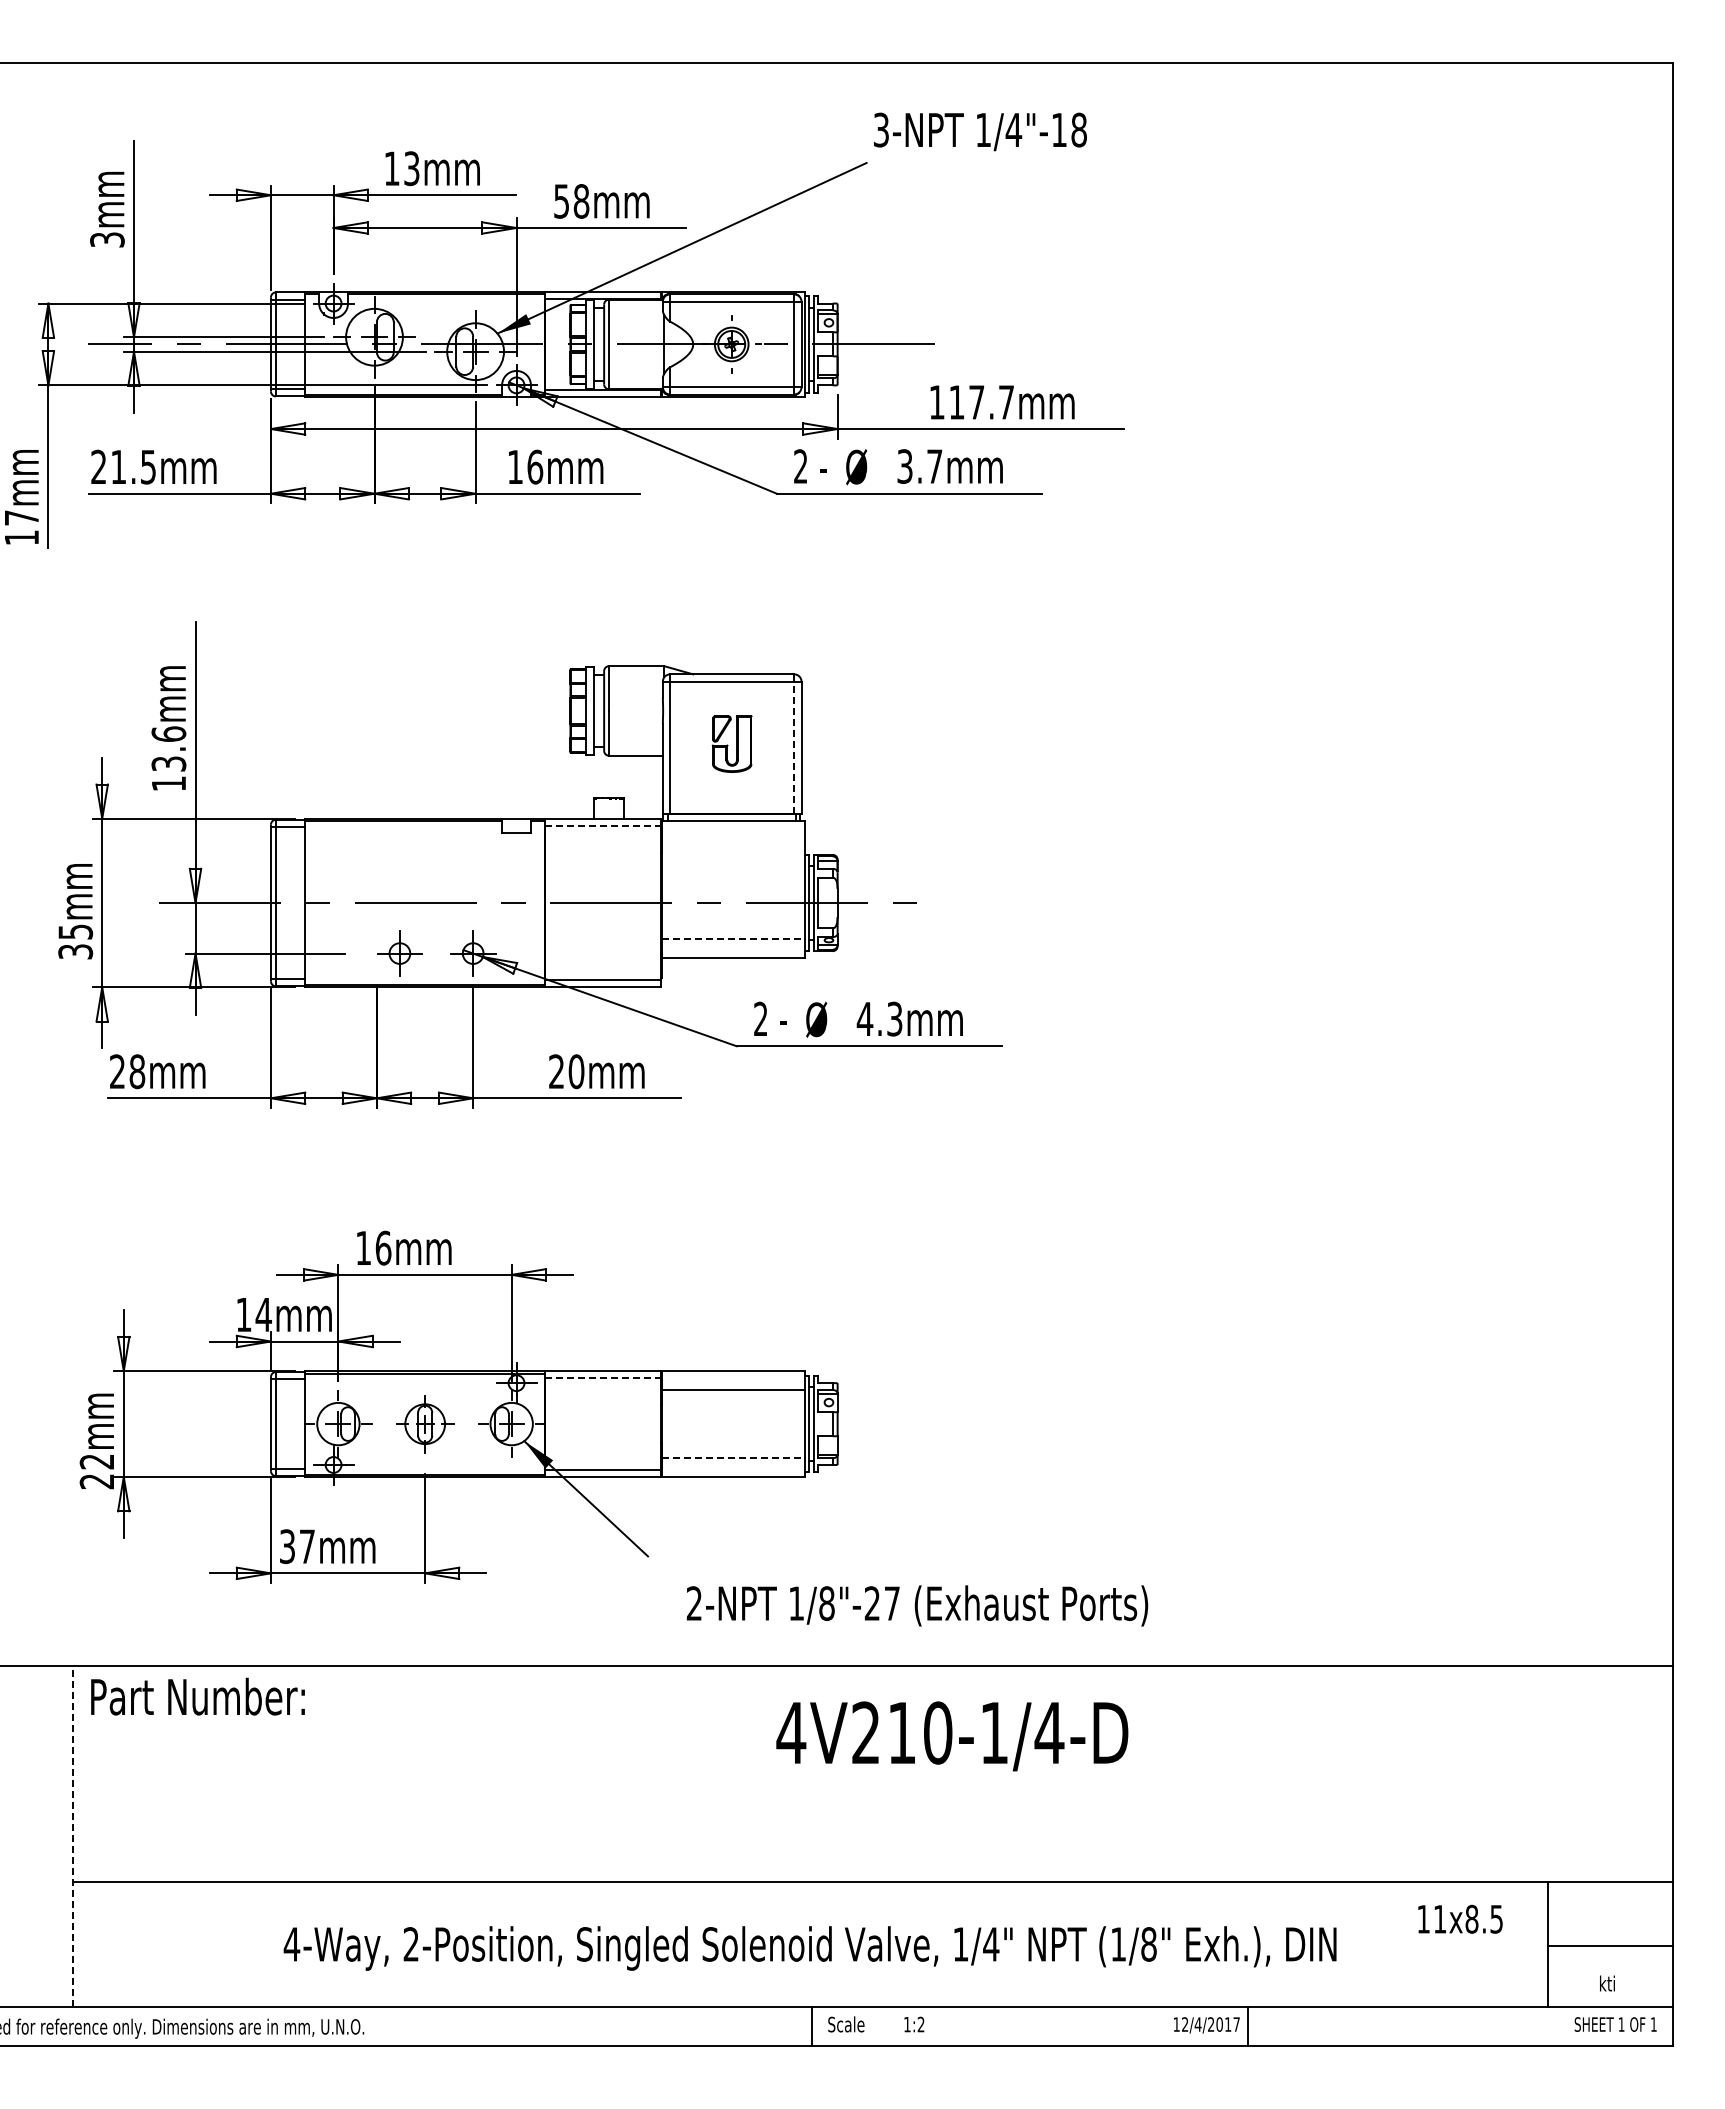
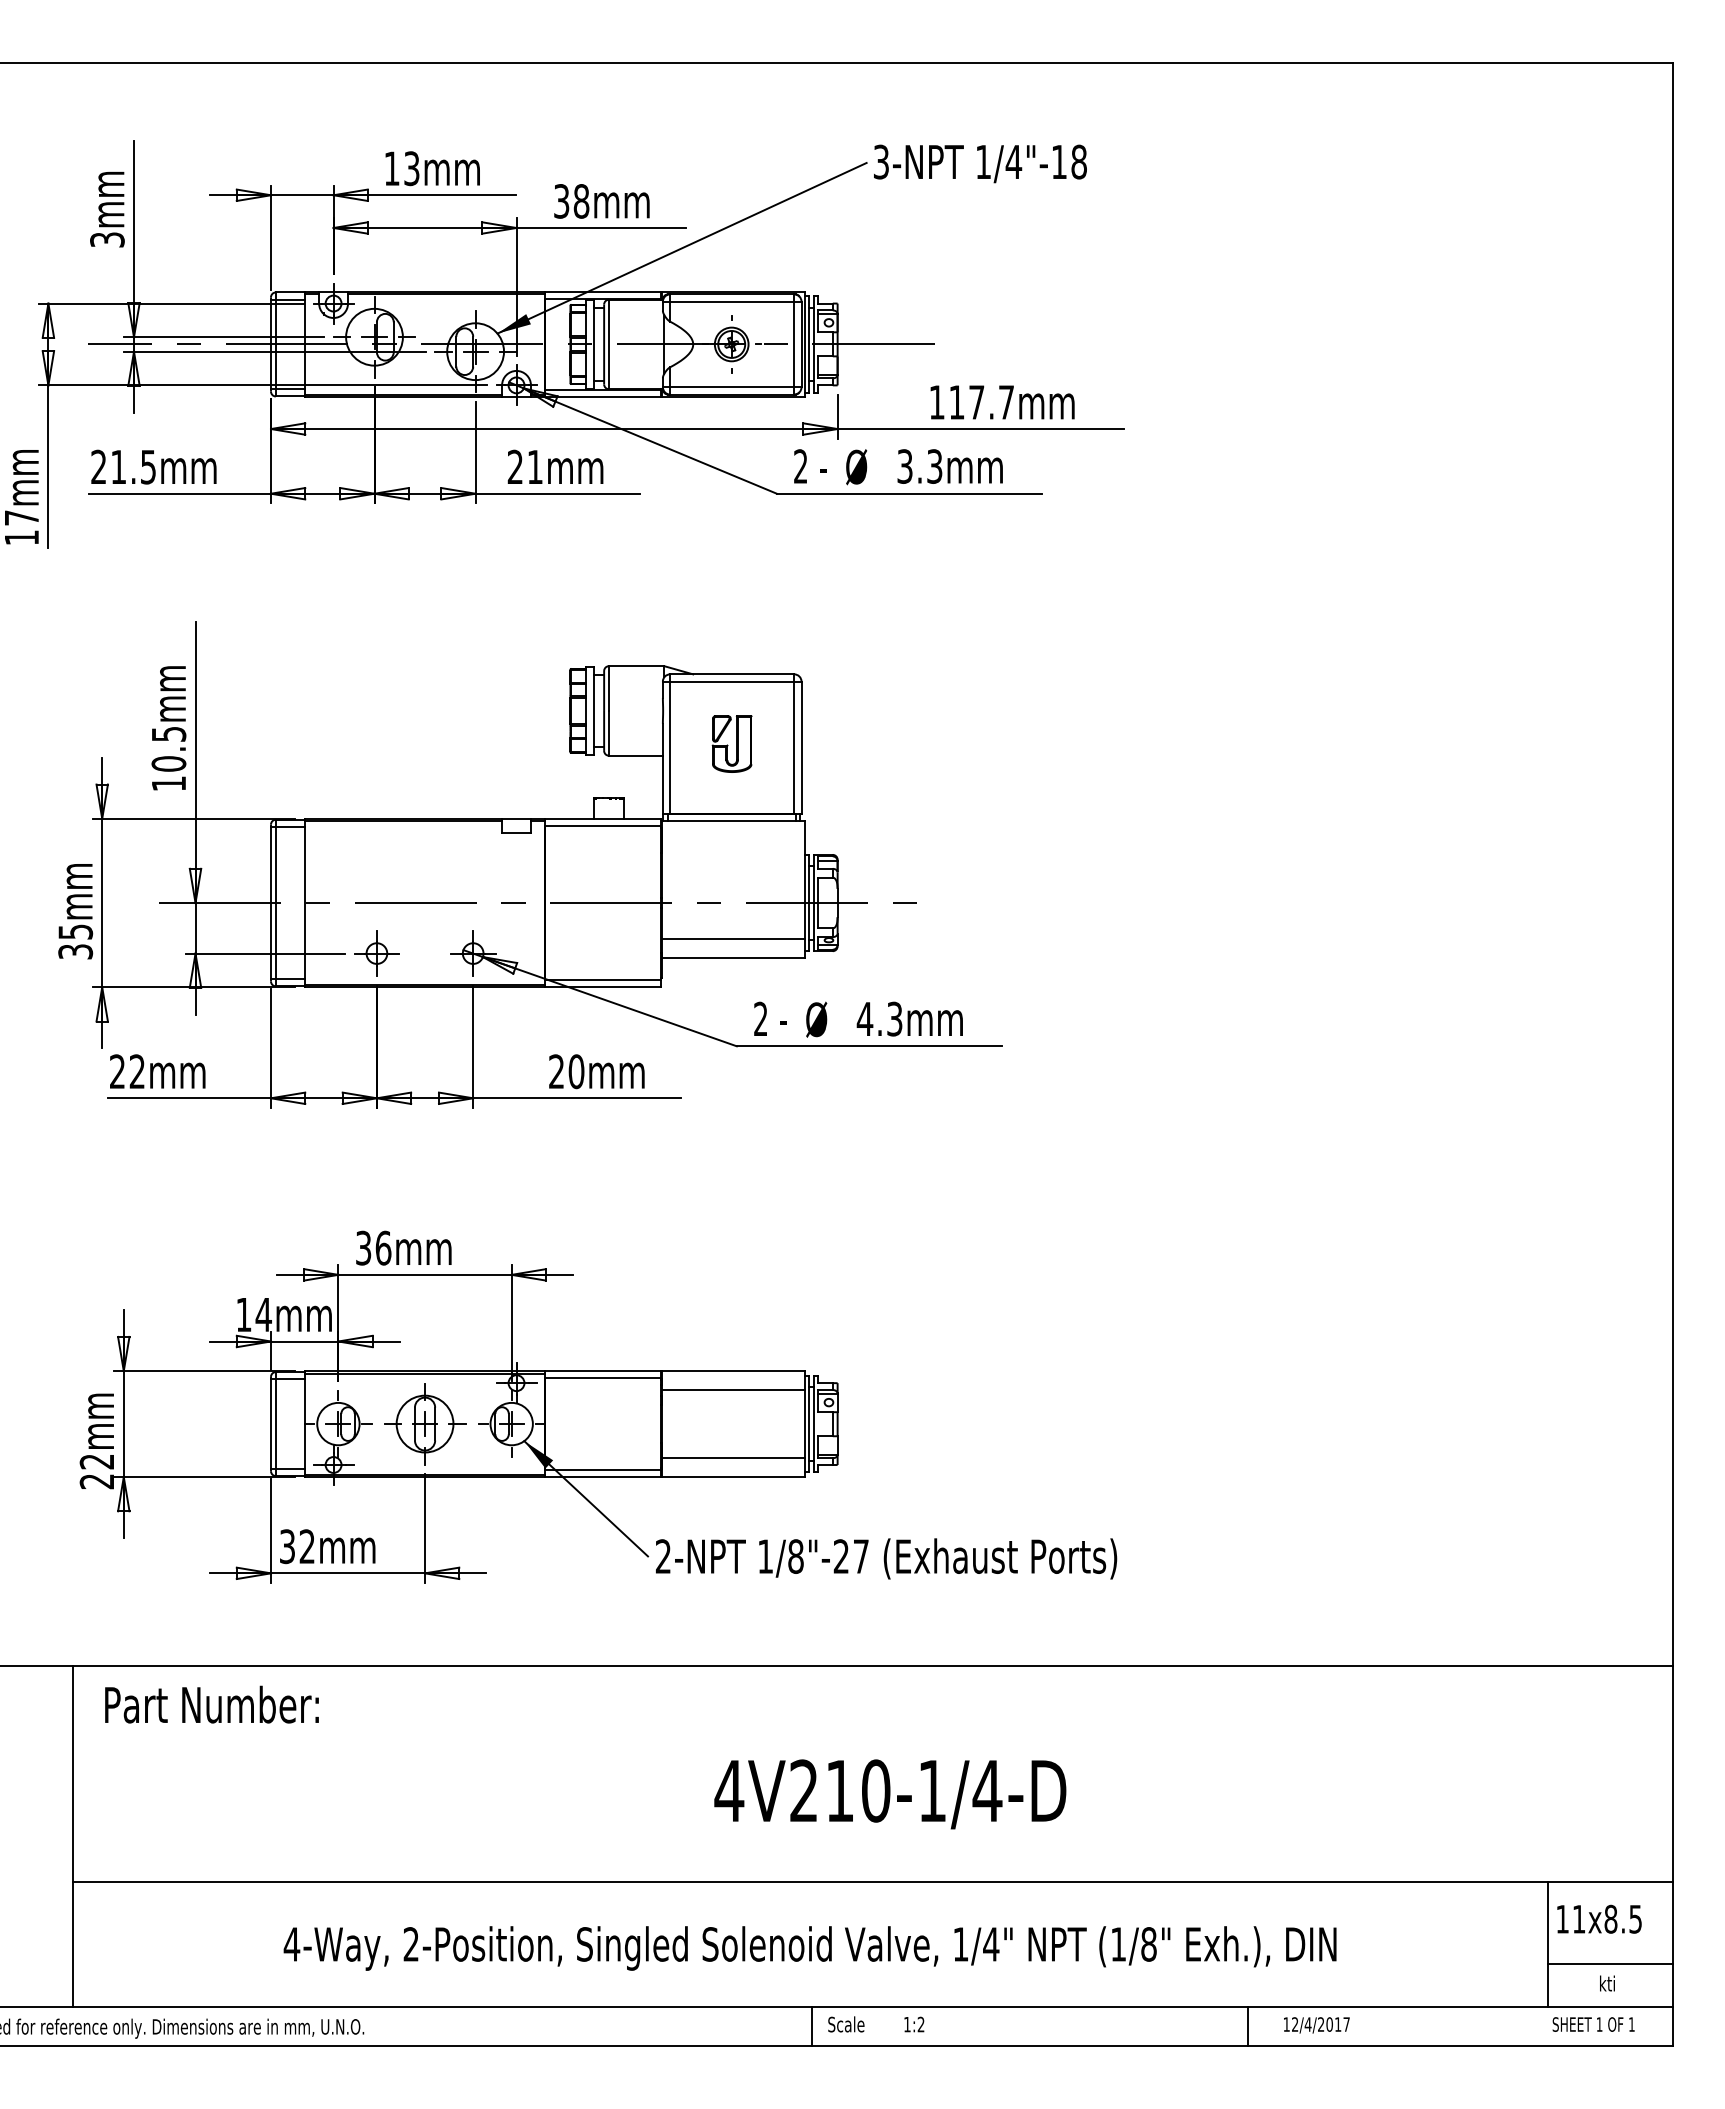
text at (980, 131) position: (980, 131) -> (980, 163)
text at (561, 201): 58mm -> 38mm
text at (525, 466): 16mm -> 21mm
text at (934, 466): 3.7mm -> 3.3mm
line at (794, 747): dashed -> solid
text at (168, 748): 13.6mm -> 10.5mm
line at (603, 826): dashed -> solid
line at (733, 939): dashed -> solid
part at (399, 953) position: (399, 953) -> (376, 953)
text at (137, 1071): 28mm -> 22mm
text at (363, 1247): 16mm -> 36mm
line at (603, 1378): dashed -> solid
part at (425, 1424) size: 59x59 px -> 83x83 px
line at (733, 1457): dashed -> solid
text at (306, 1546): 37mm -> 32mm
text at (917, 1605) position: (917, 1605) -> (886, 1558)
text at (197, 1696) position: (197, 1696) -> (211, 1704)
text at (952, 1736) position: (952, 1736) -> (890, 1794)
line at (72, 1836): dashed -> solid
text at (1460, 1918) position: (1460, 1918) -> (1599, 1918)
line at (1610, 1945) position: (1610, 1945) -> (1610, 1963)
text at (1615, 2024) position: (1615, 2024) -> (1593, 2024)
text at (1206, 2025) position: (1206, 2025) -> (1316, 2025)
